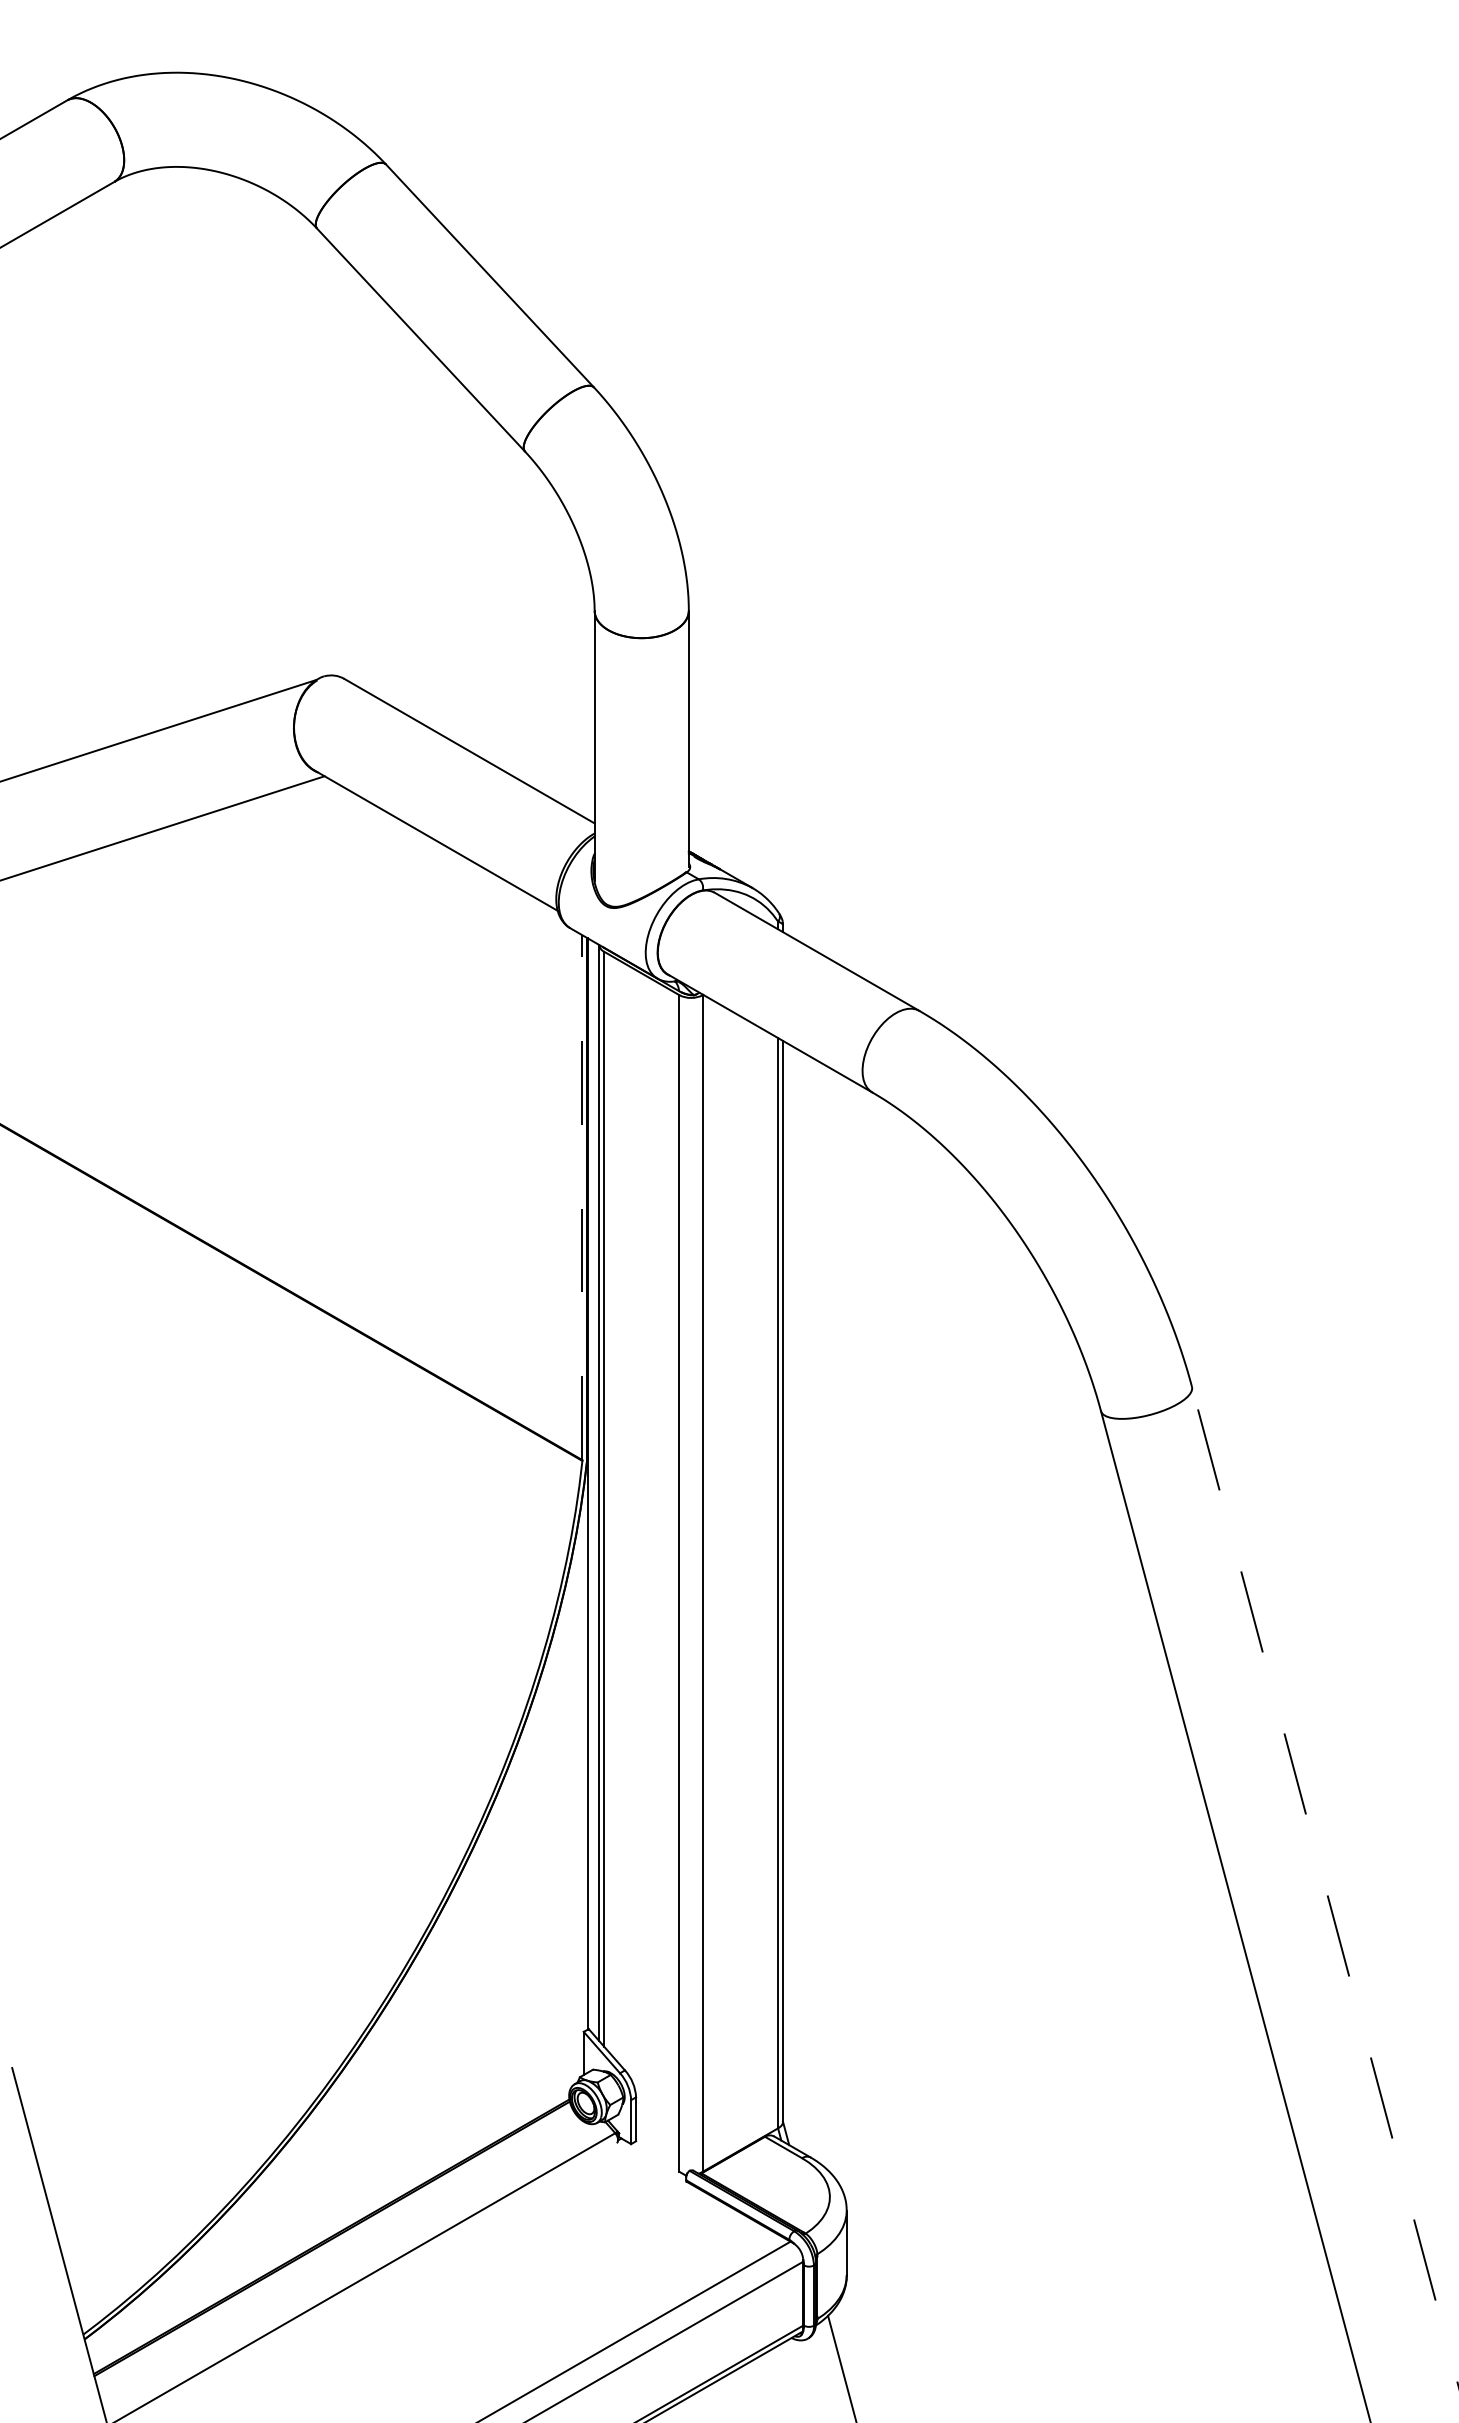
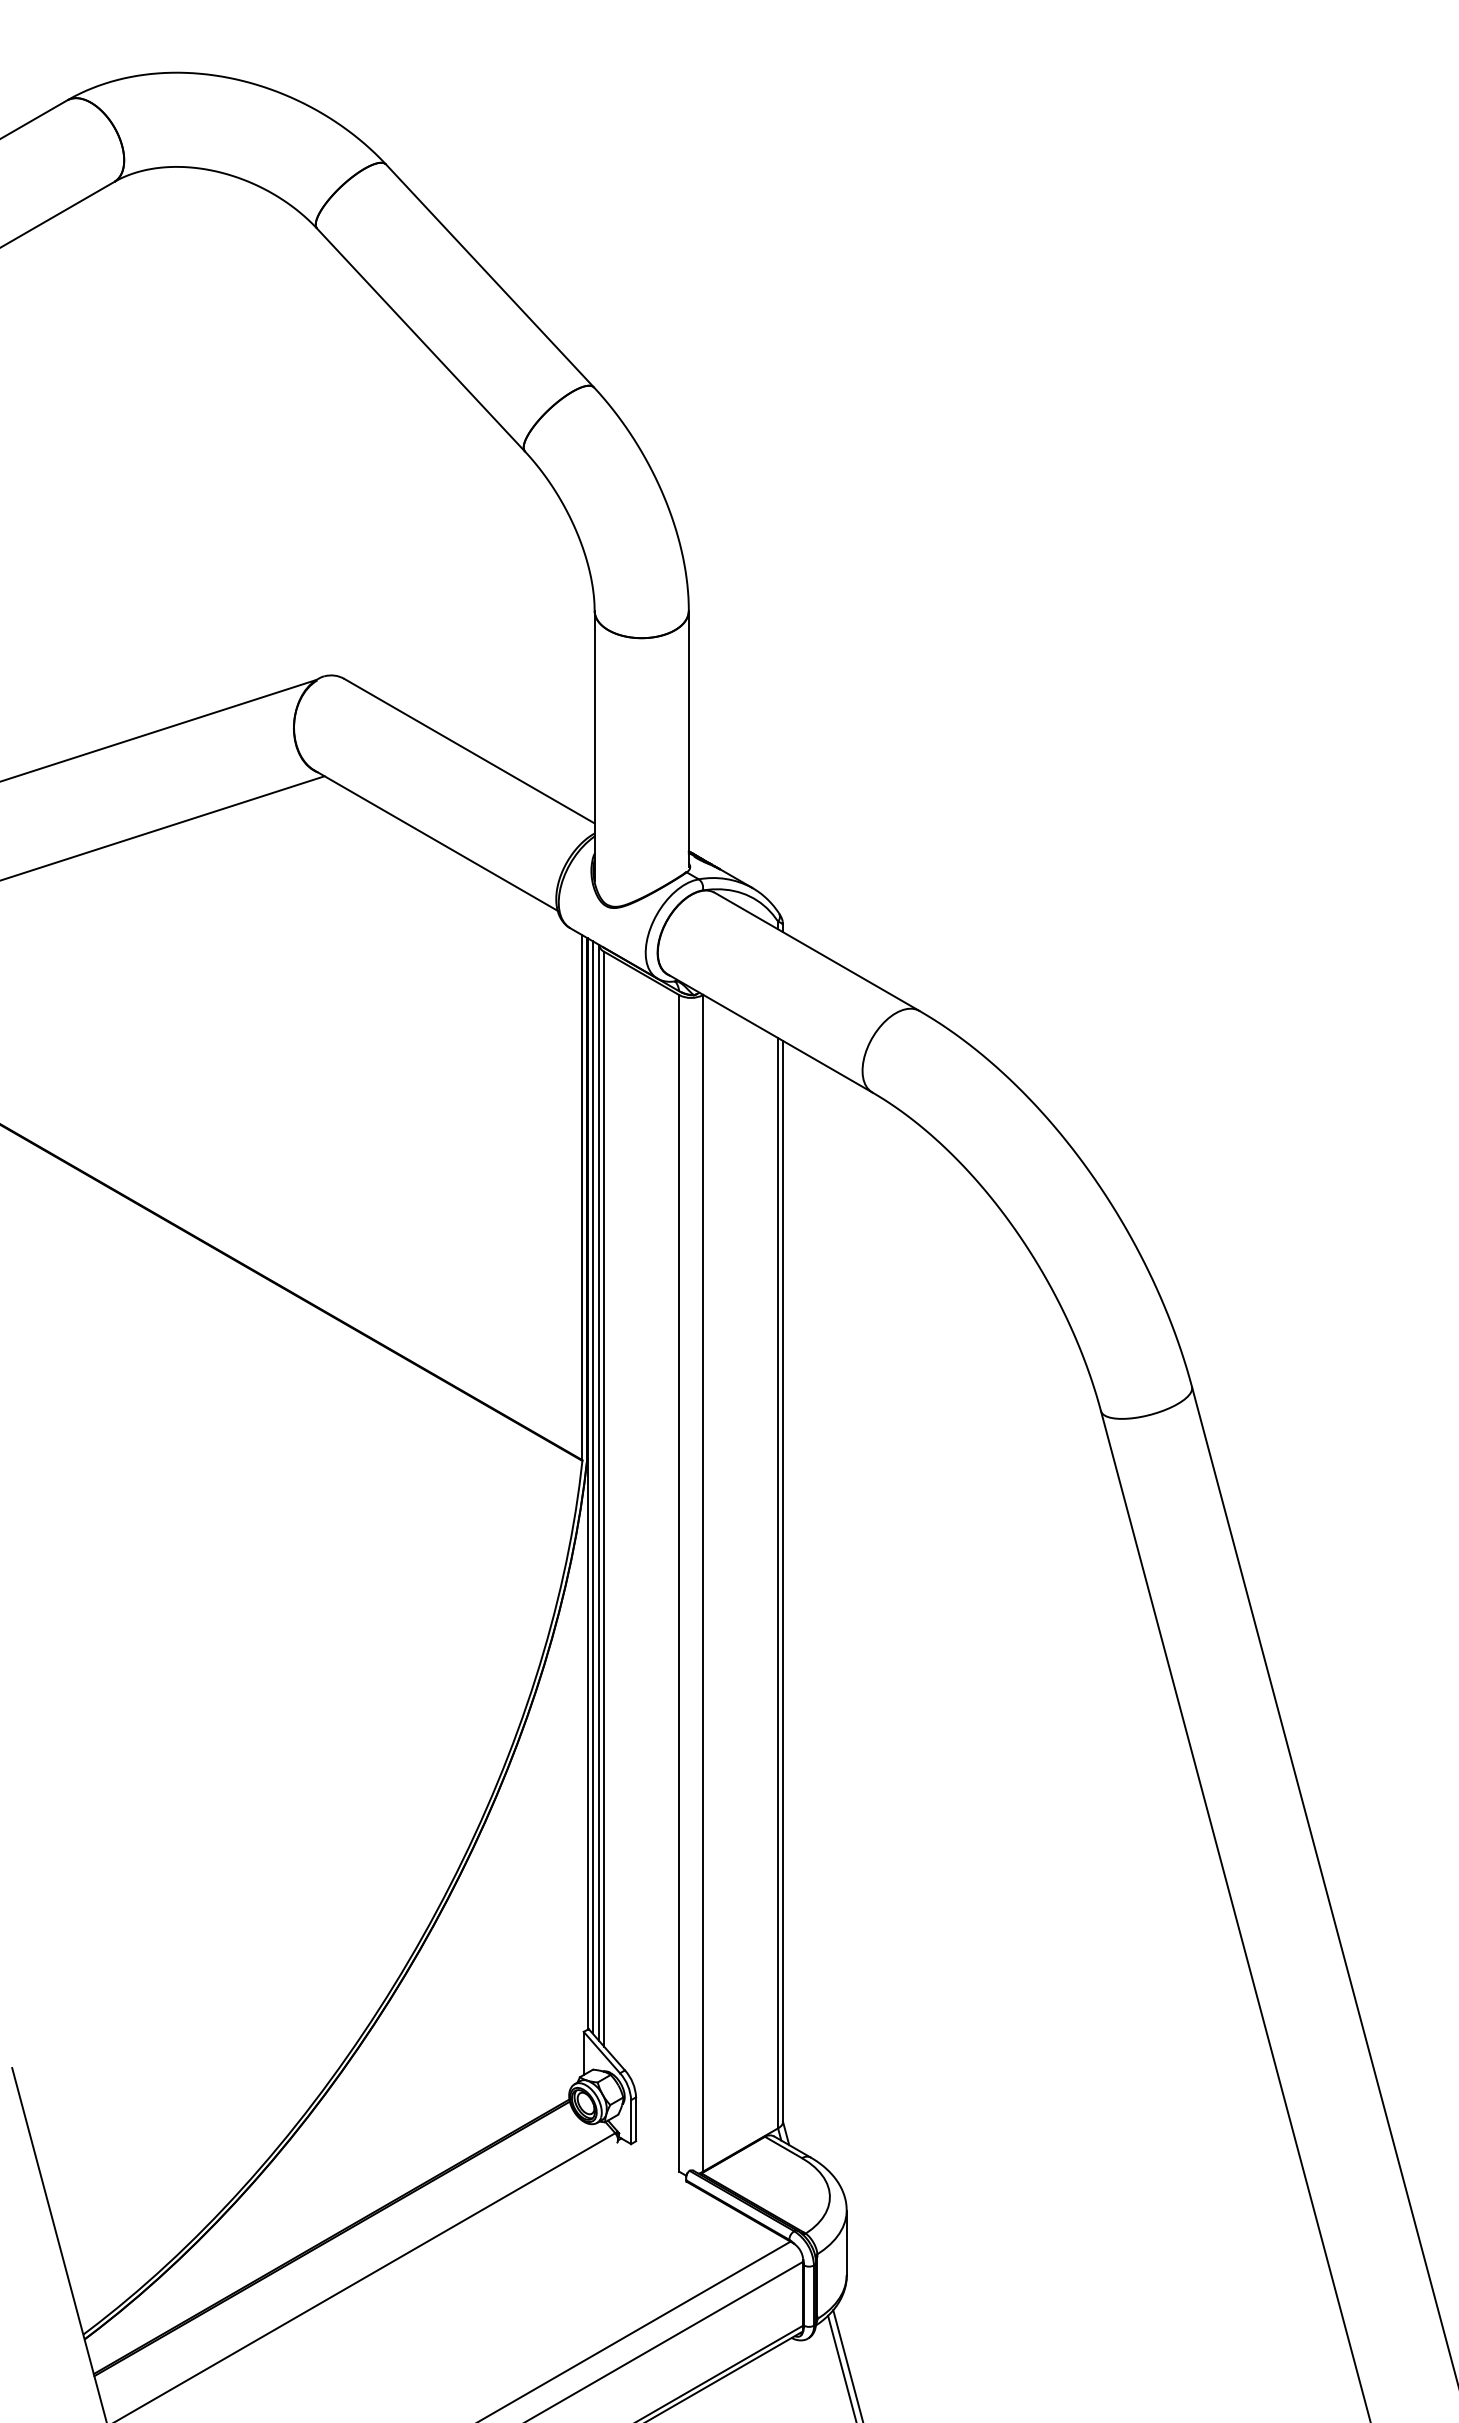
line at (582, 1197): dashed -> solid
line at (592, 1487): none -> present
line at (1325, 1887): dashed -> solid
line at (847, 2364): none -> present
